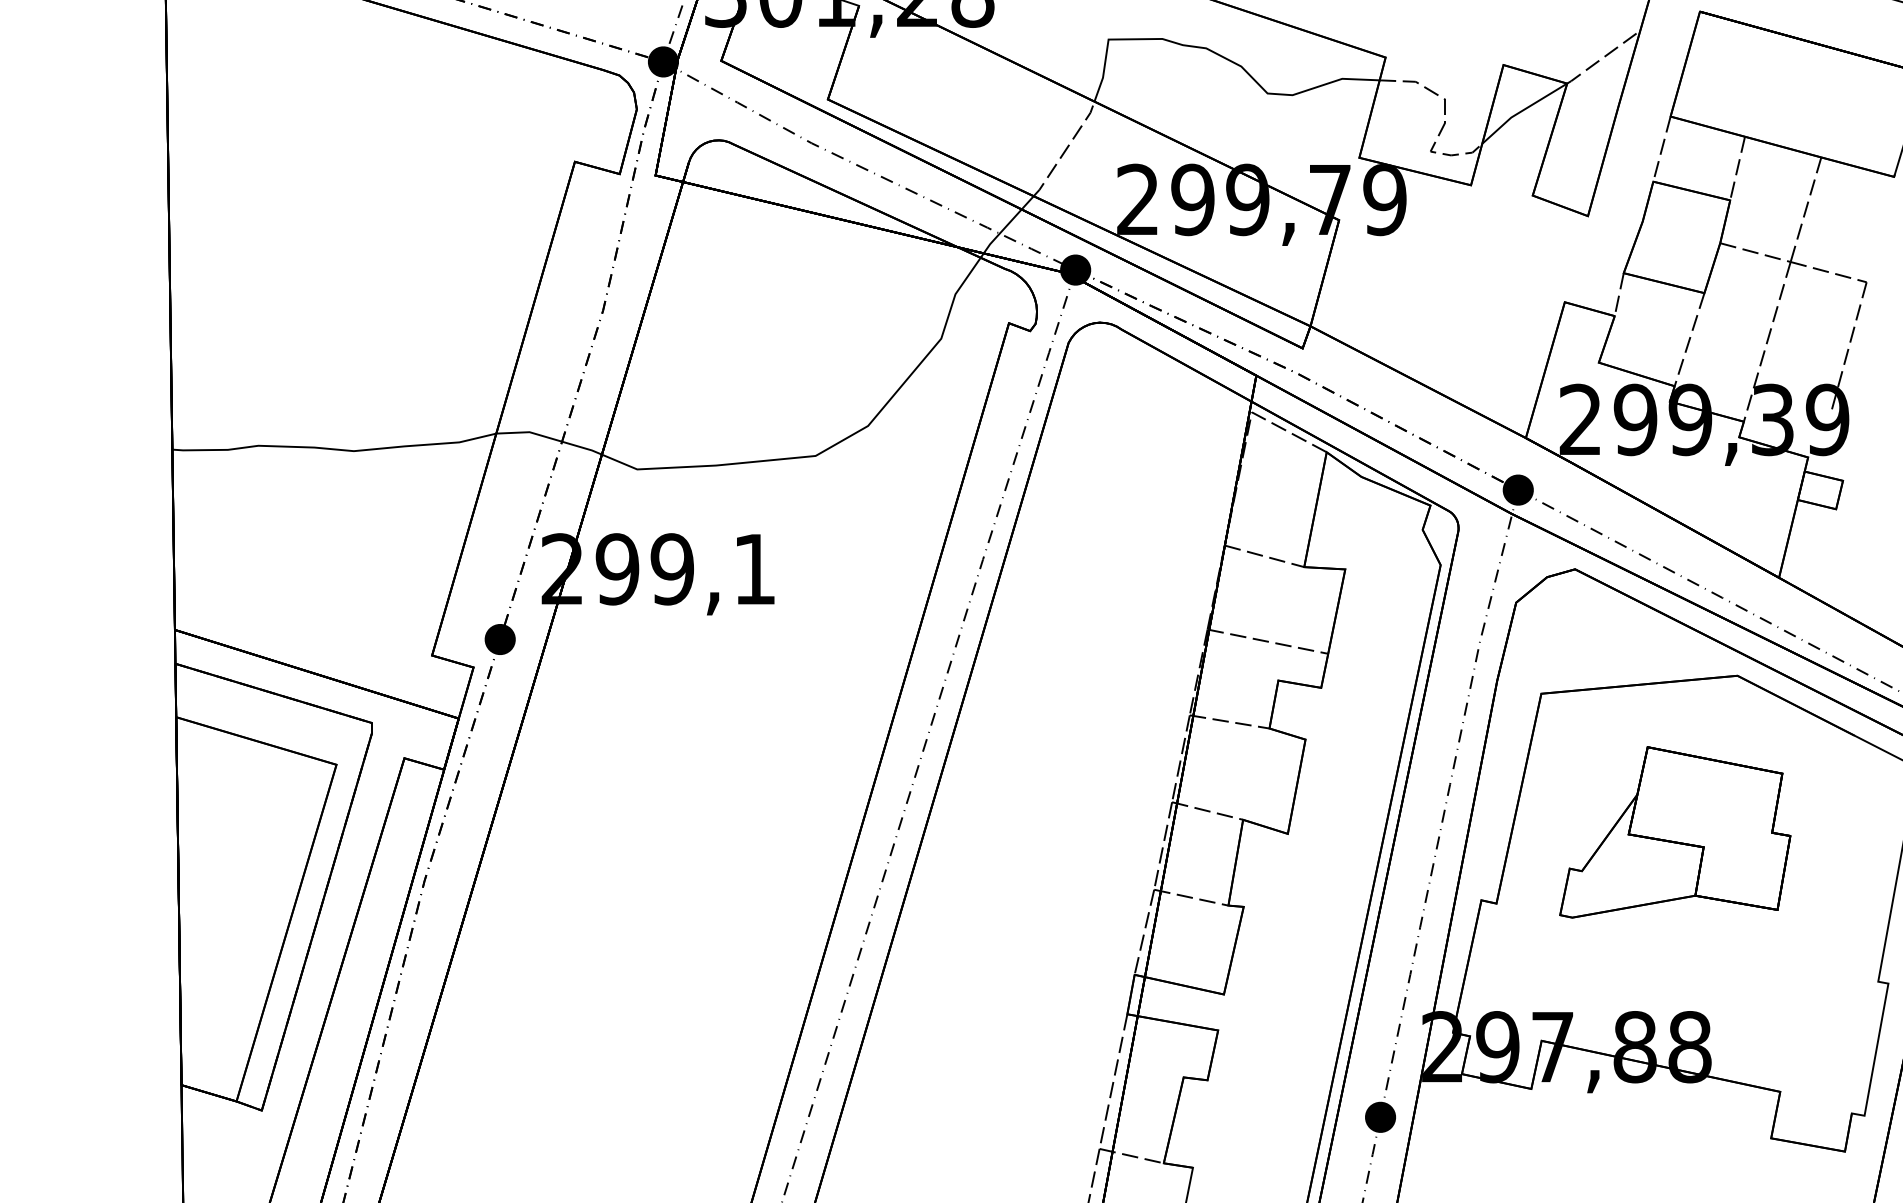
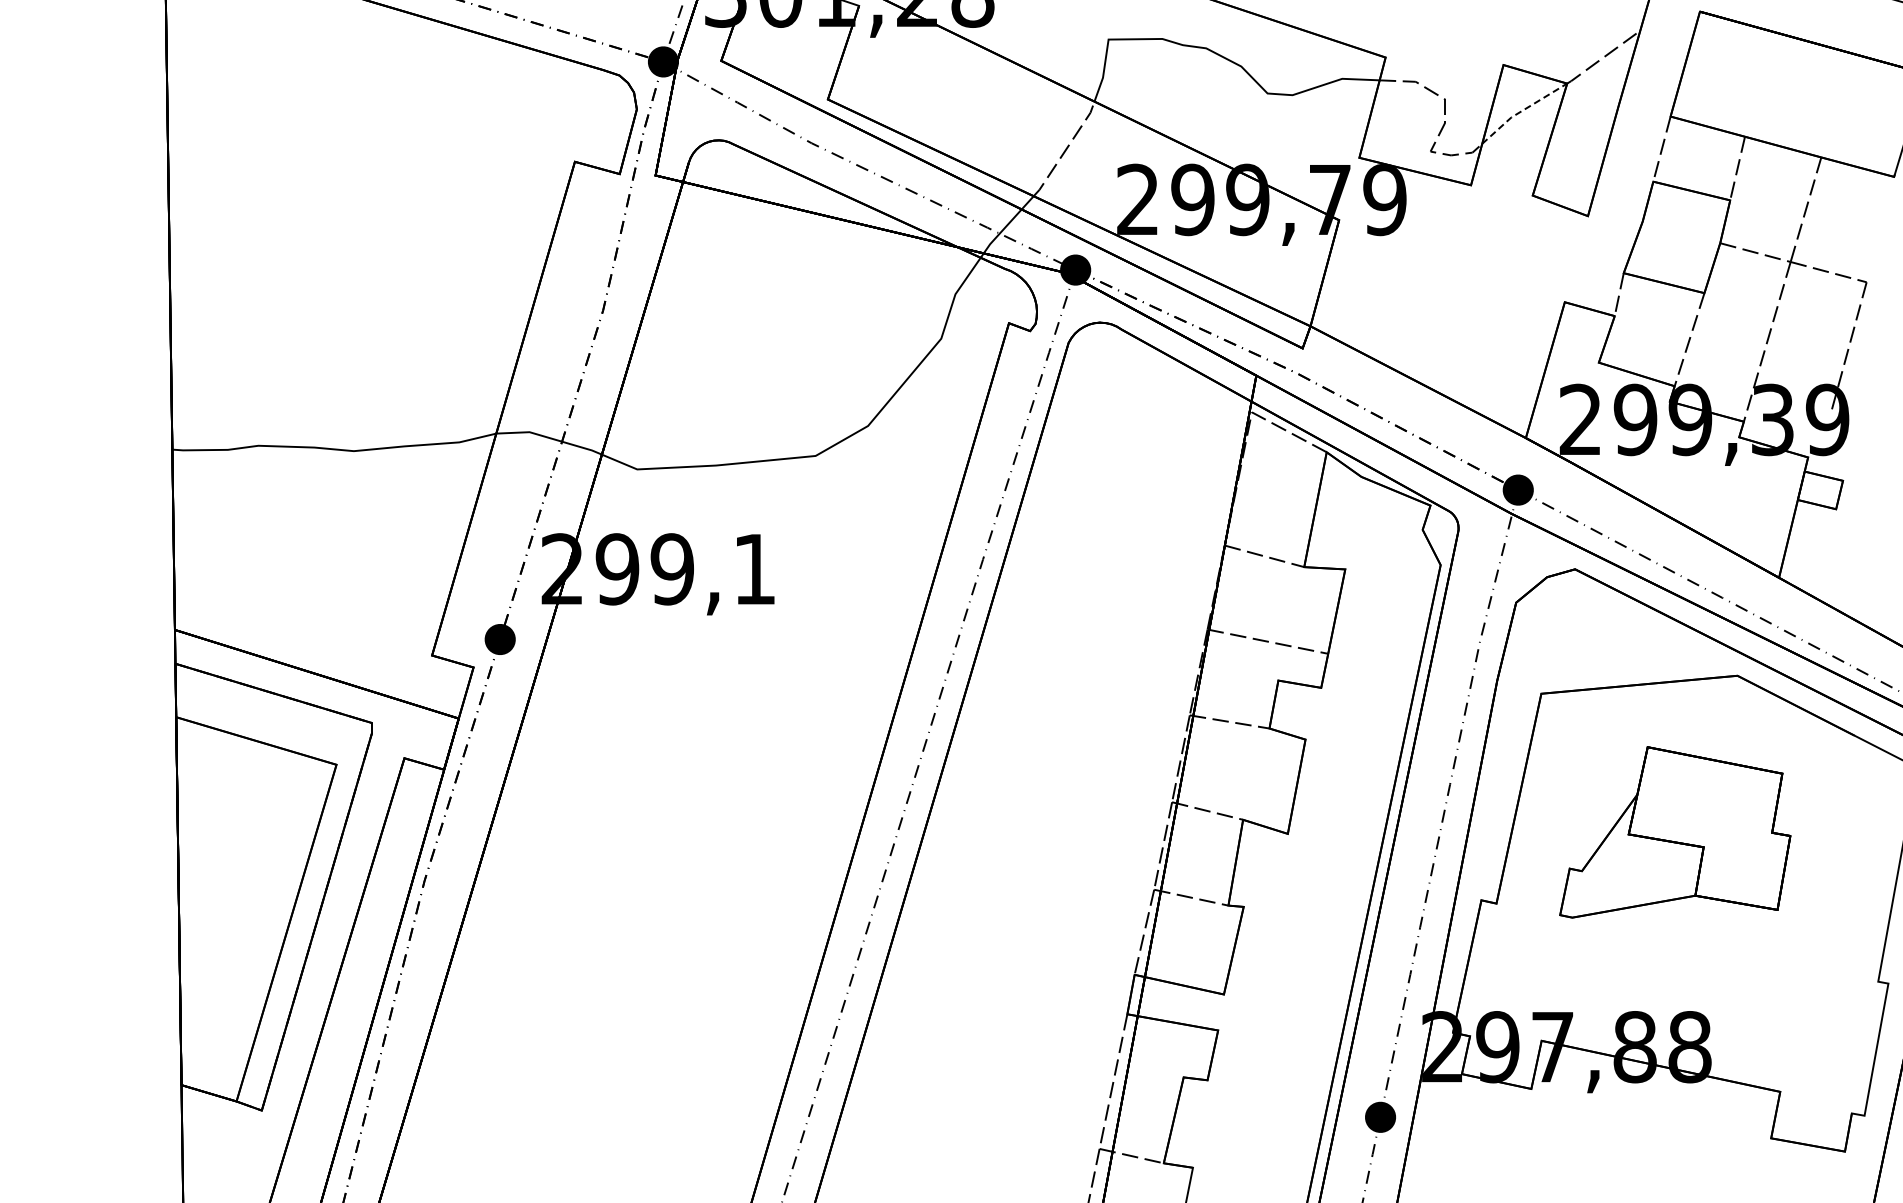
line at (1522, 110): solid -> dashed
